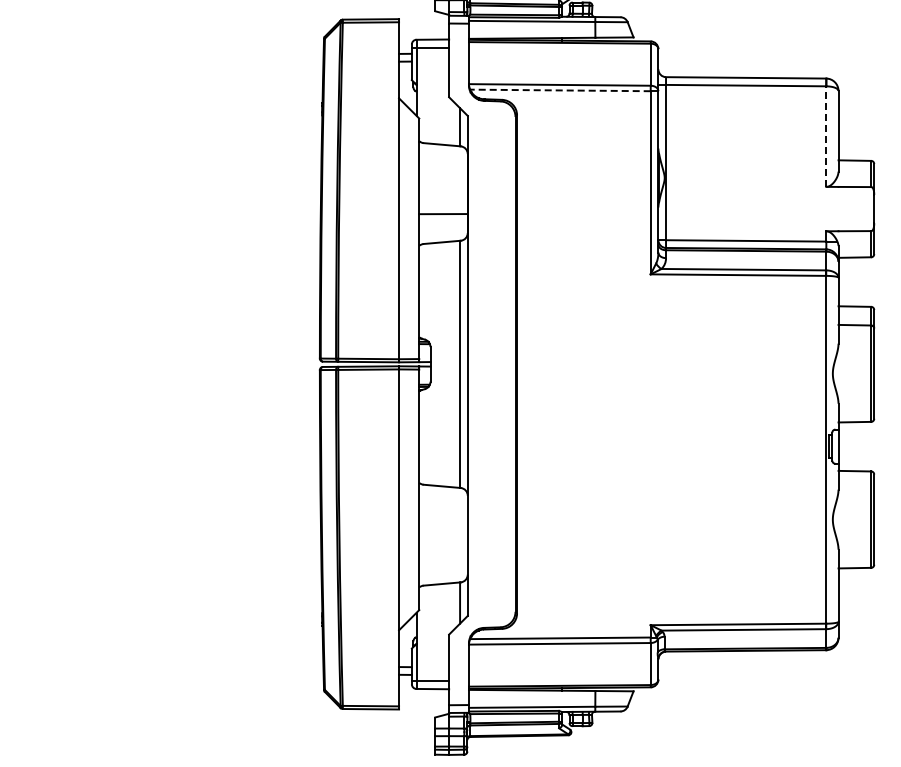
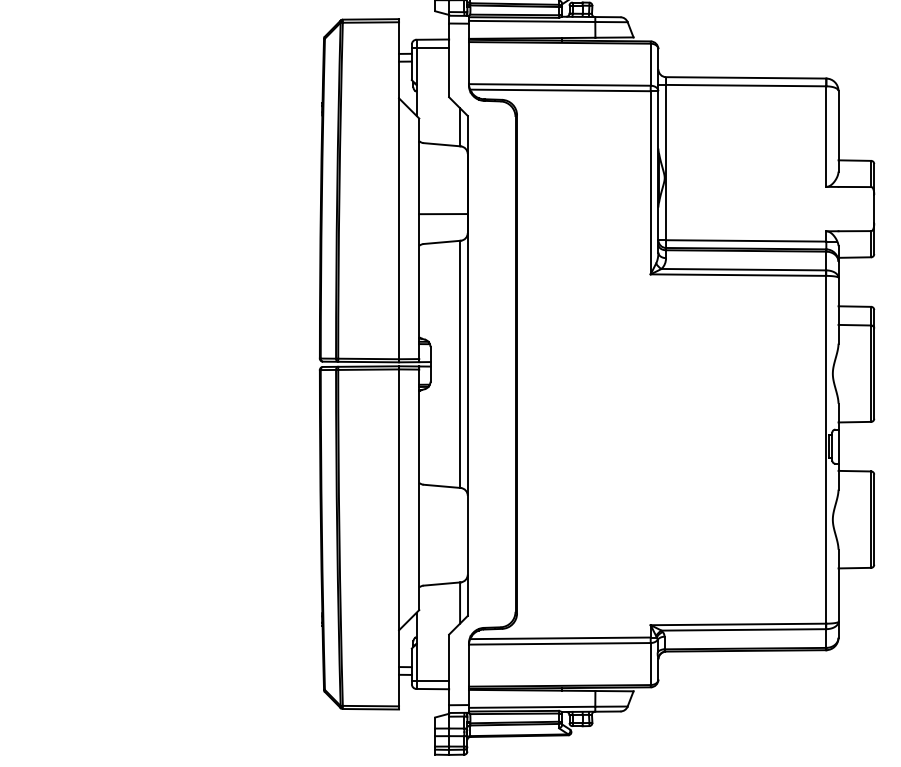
line at (559, 90): dashed -> solid
line at (826, 136): dashed -> solid
